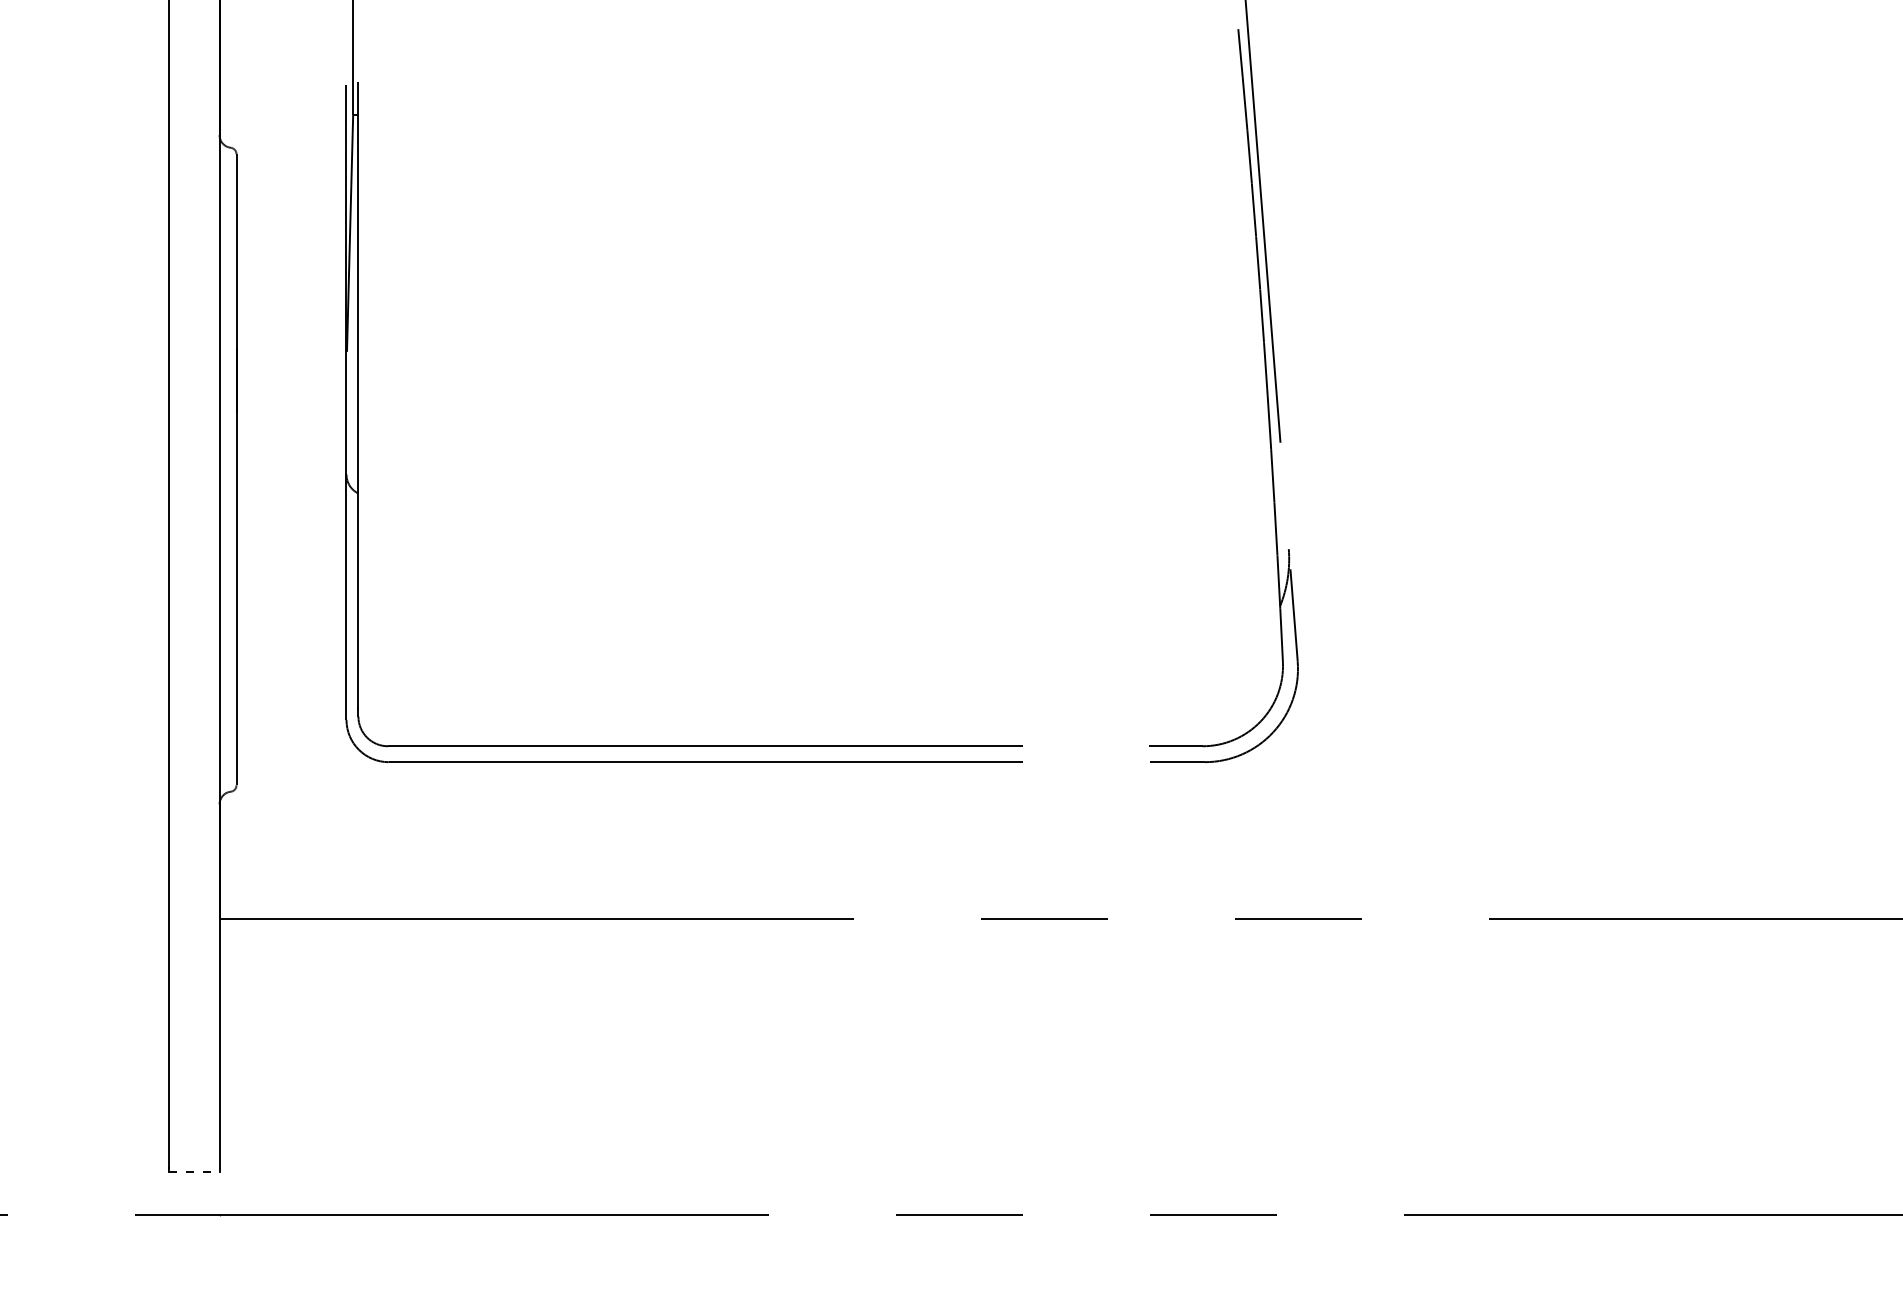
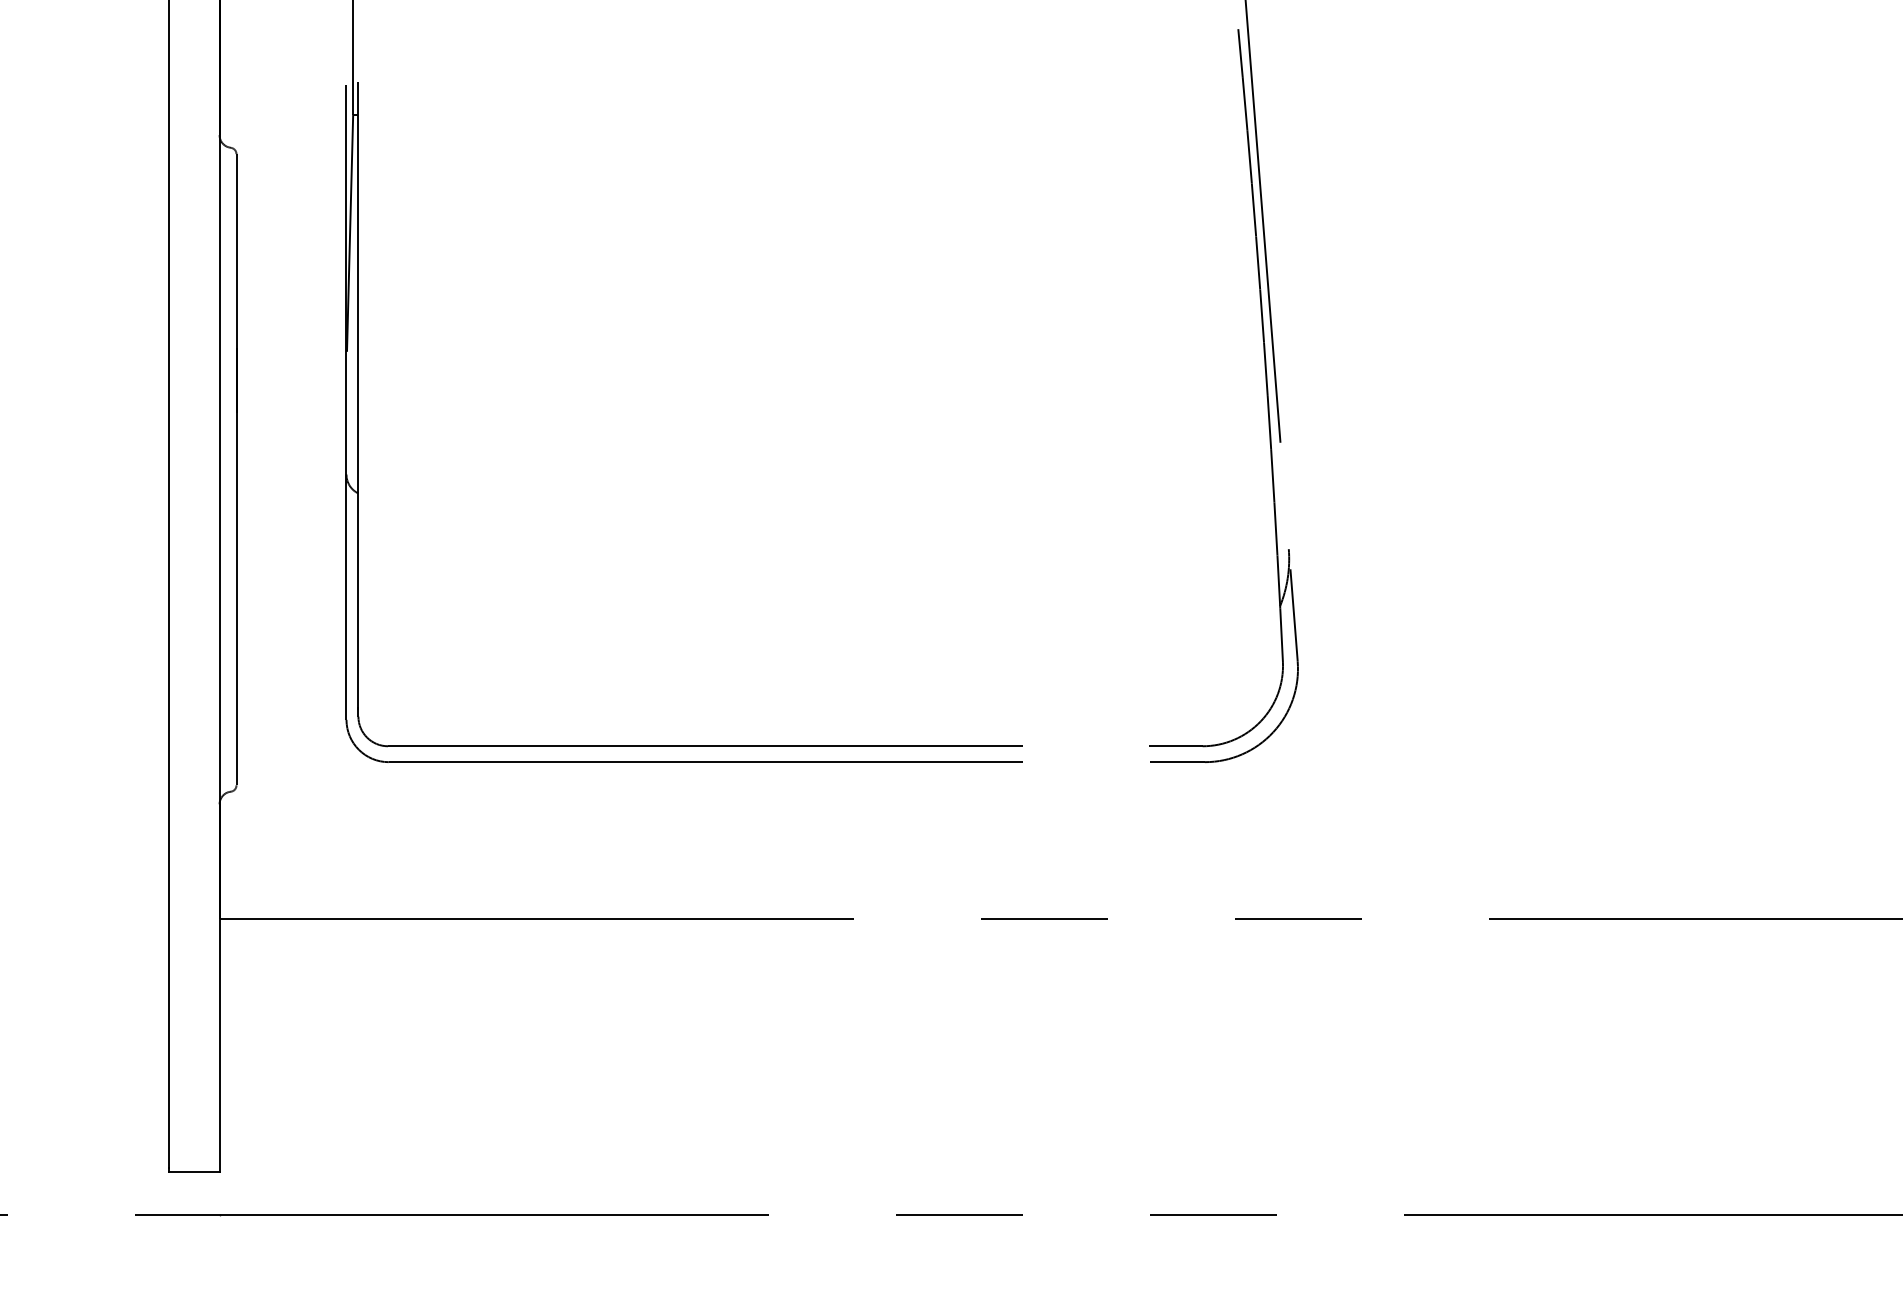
line at (194, 1172): dashed -> solid
